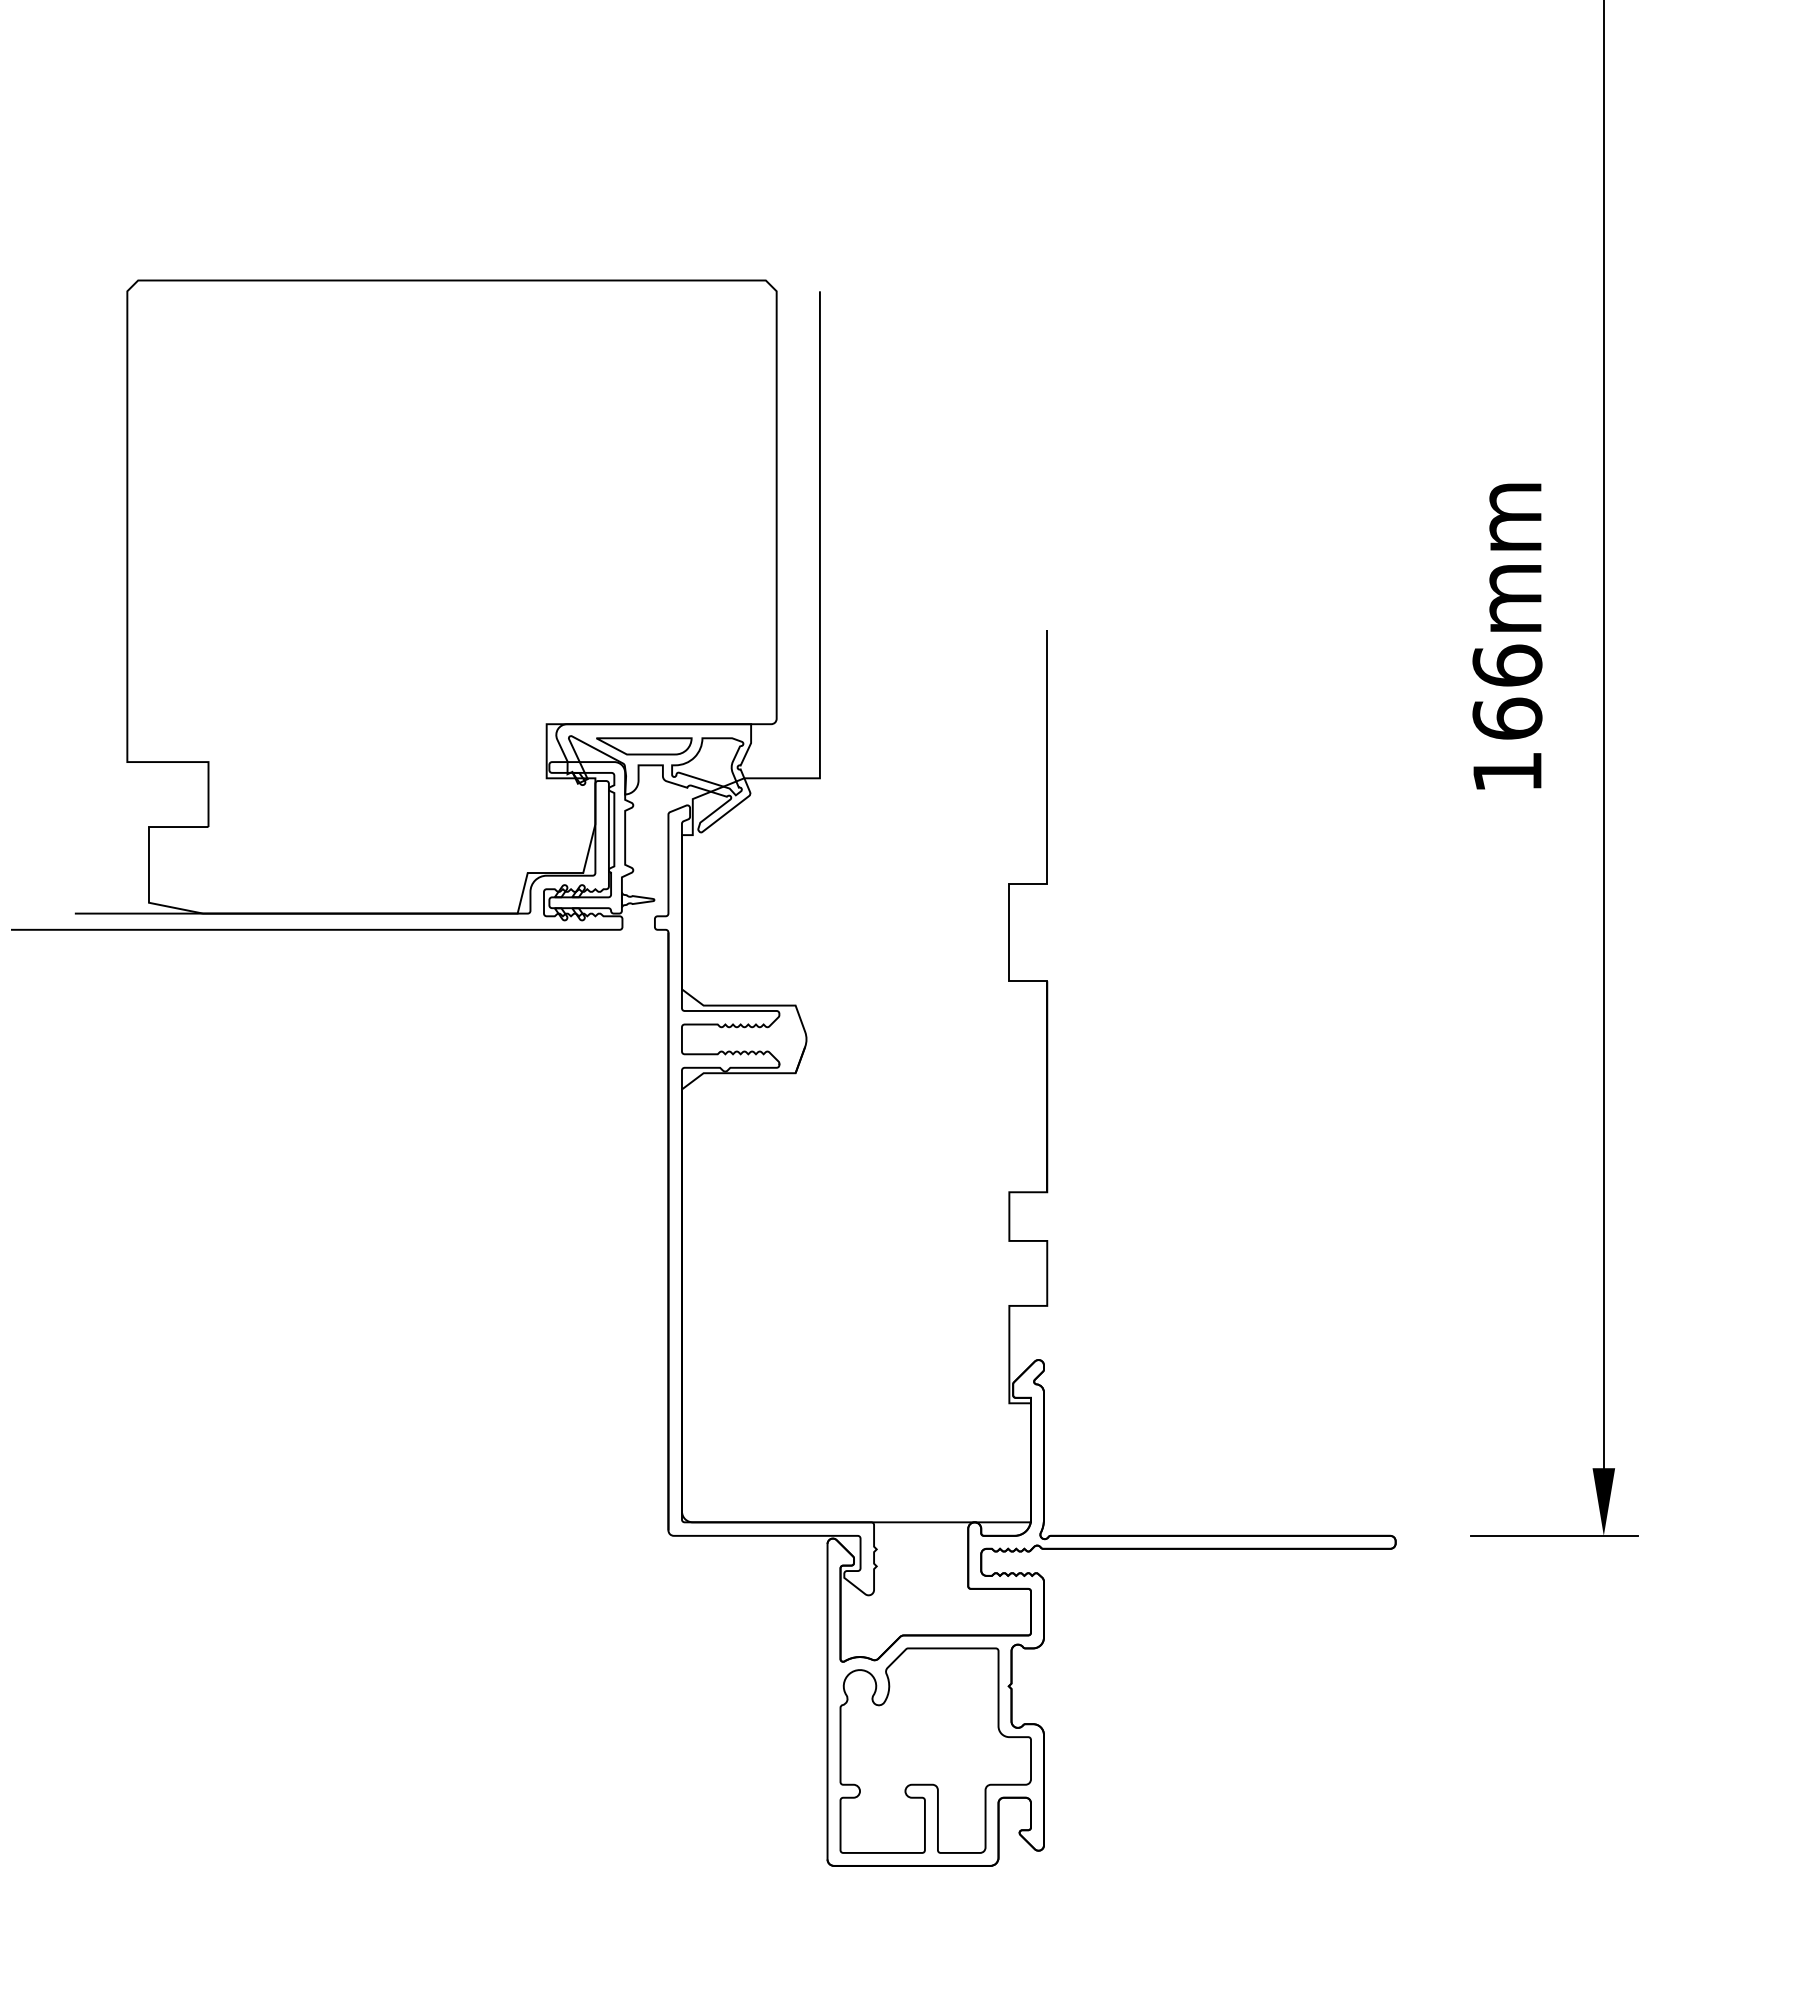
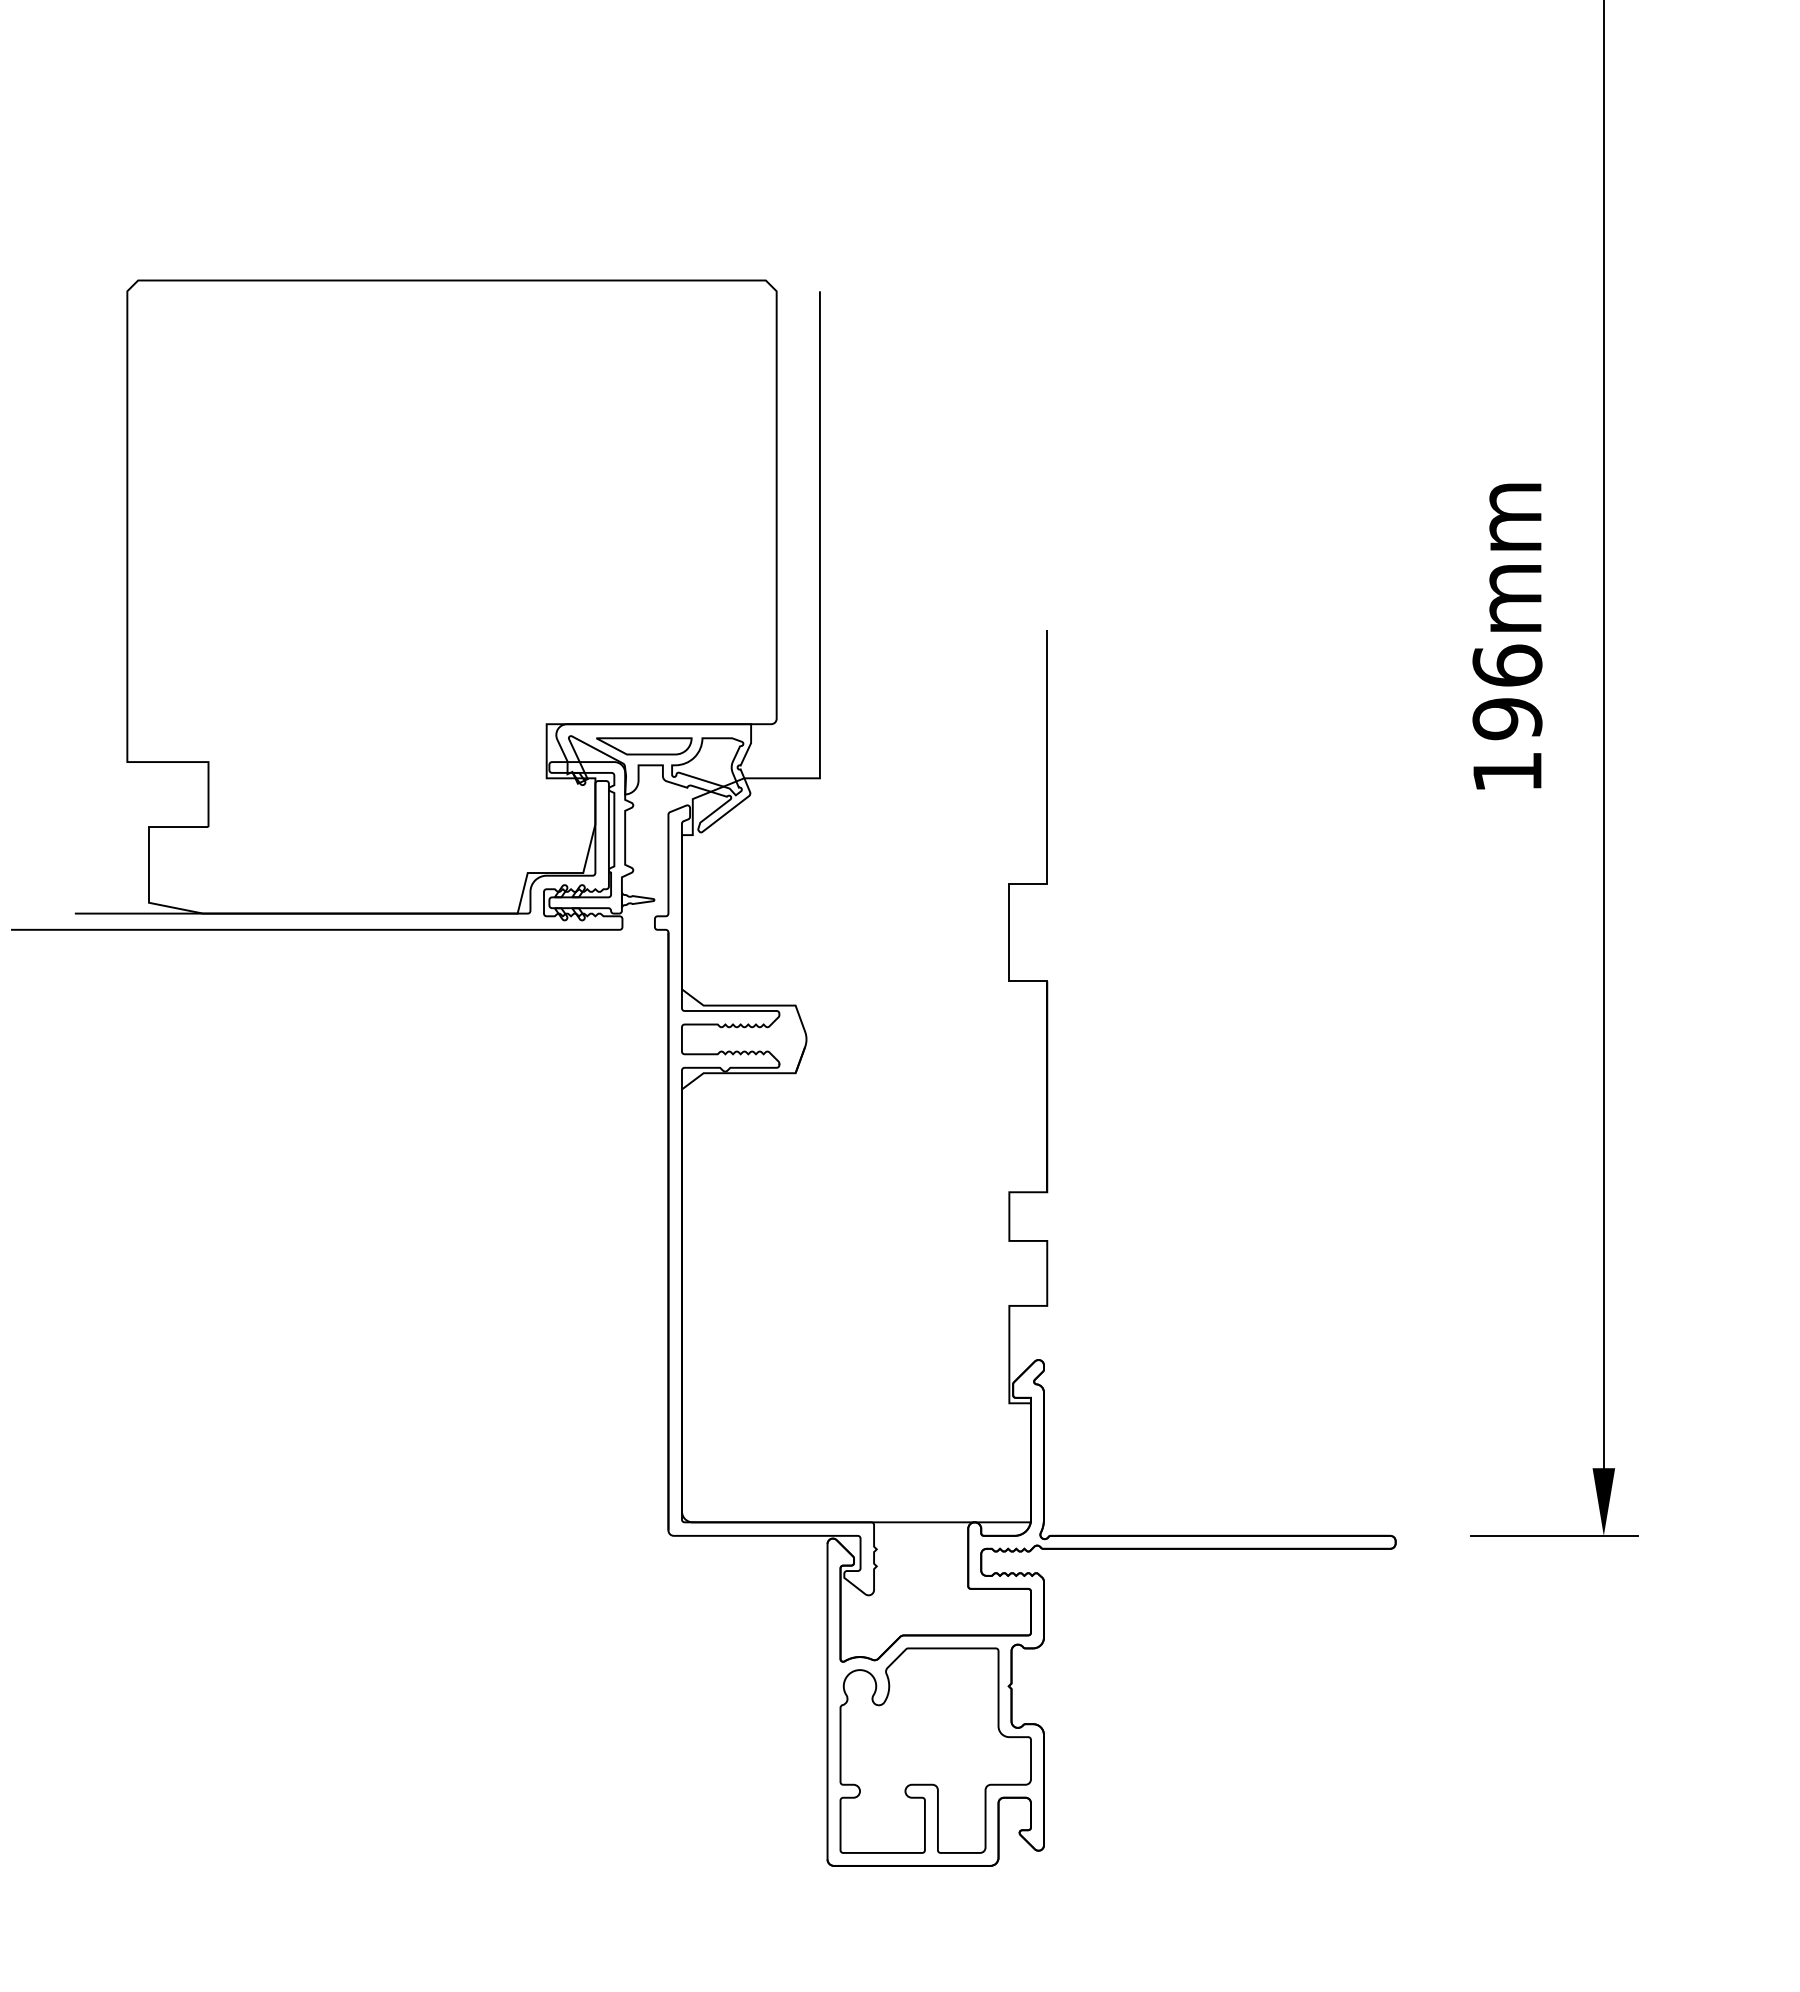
text at (1507, 718): 166mm -> 196mm
